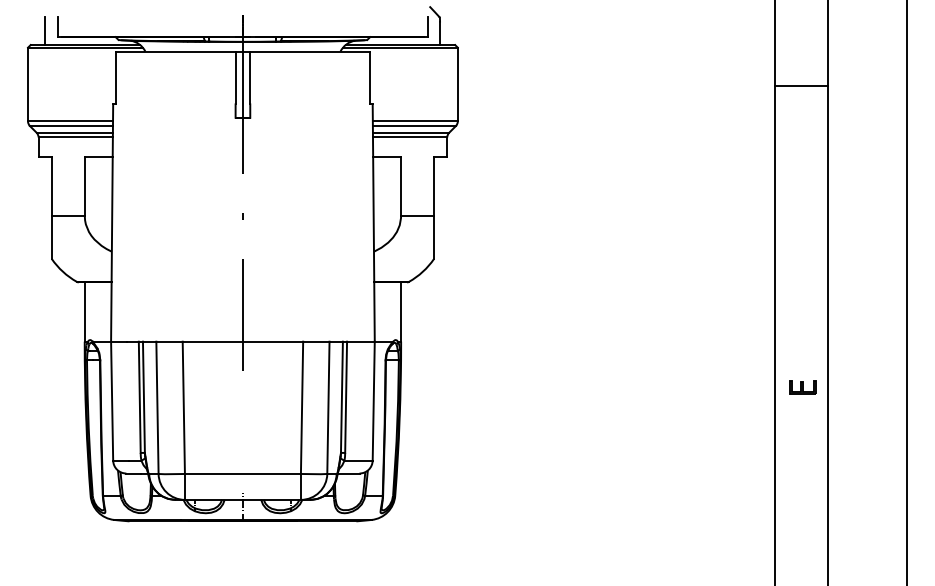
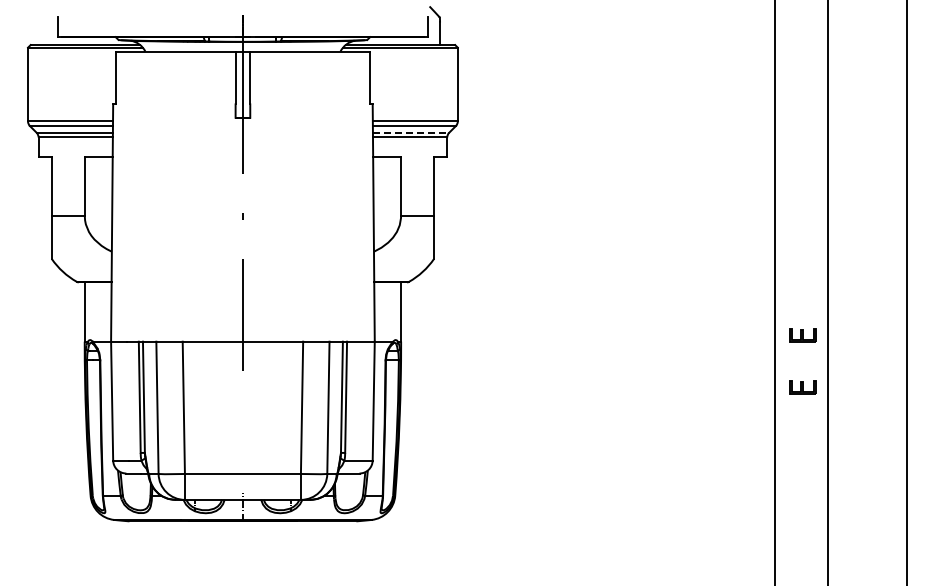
line at (45, 31): present -> none
line at (801, 85): present -> none
line at (411, 132): solid -> dashed
part at (802, 335): none -> present
